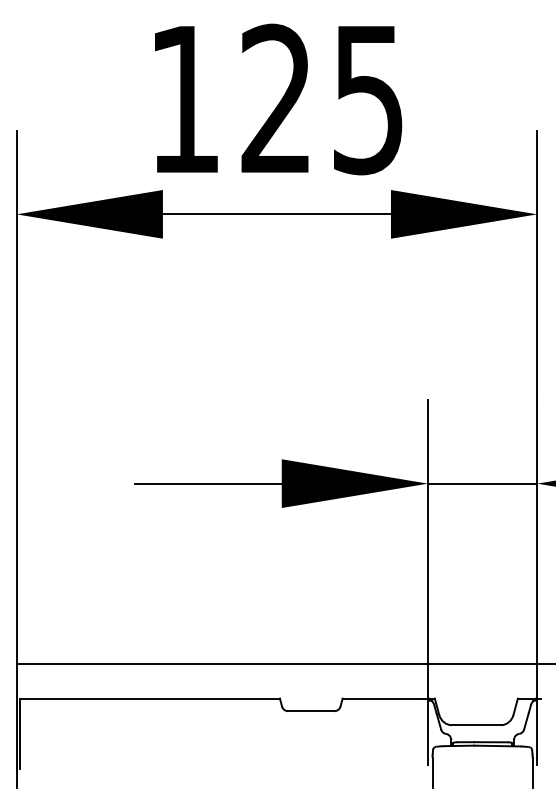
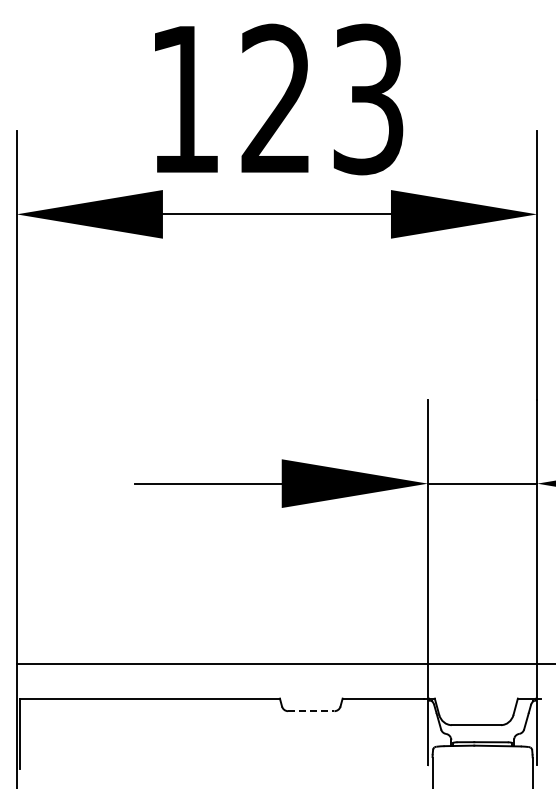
text at (368, 98): 125 -> 123
line at (311, 711): solid -> dashed
